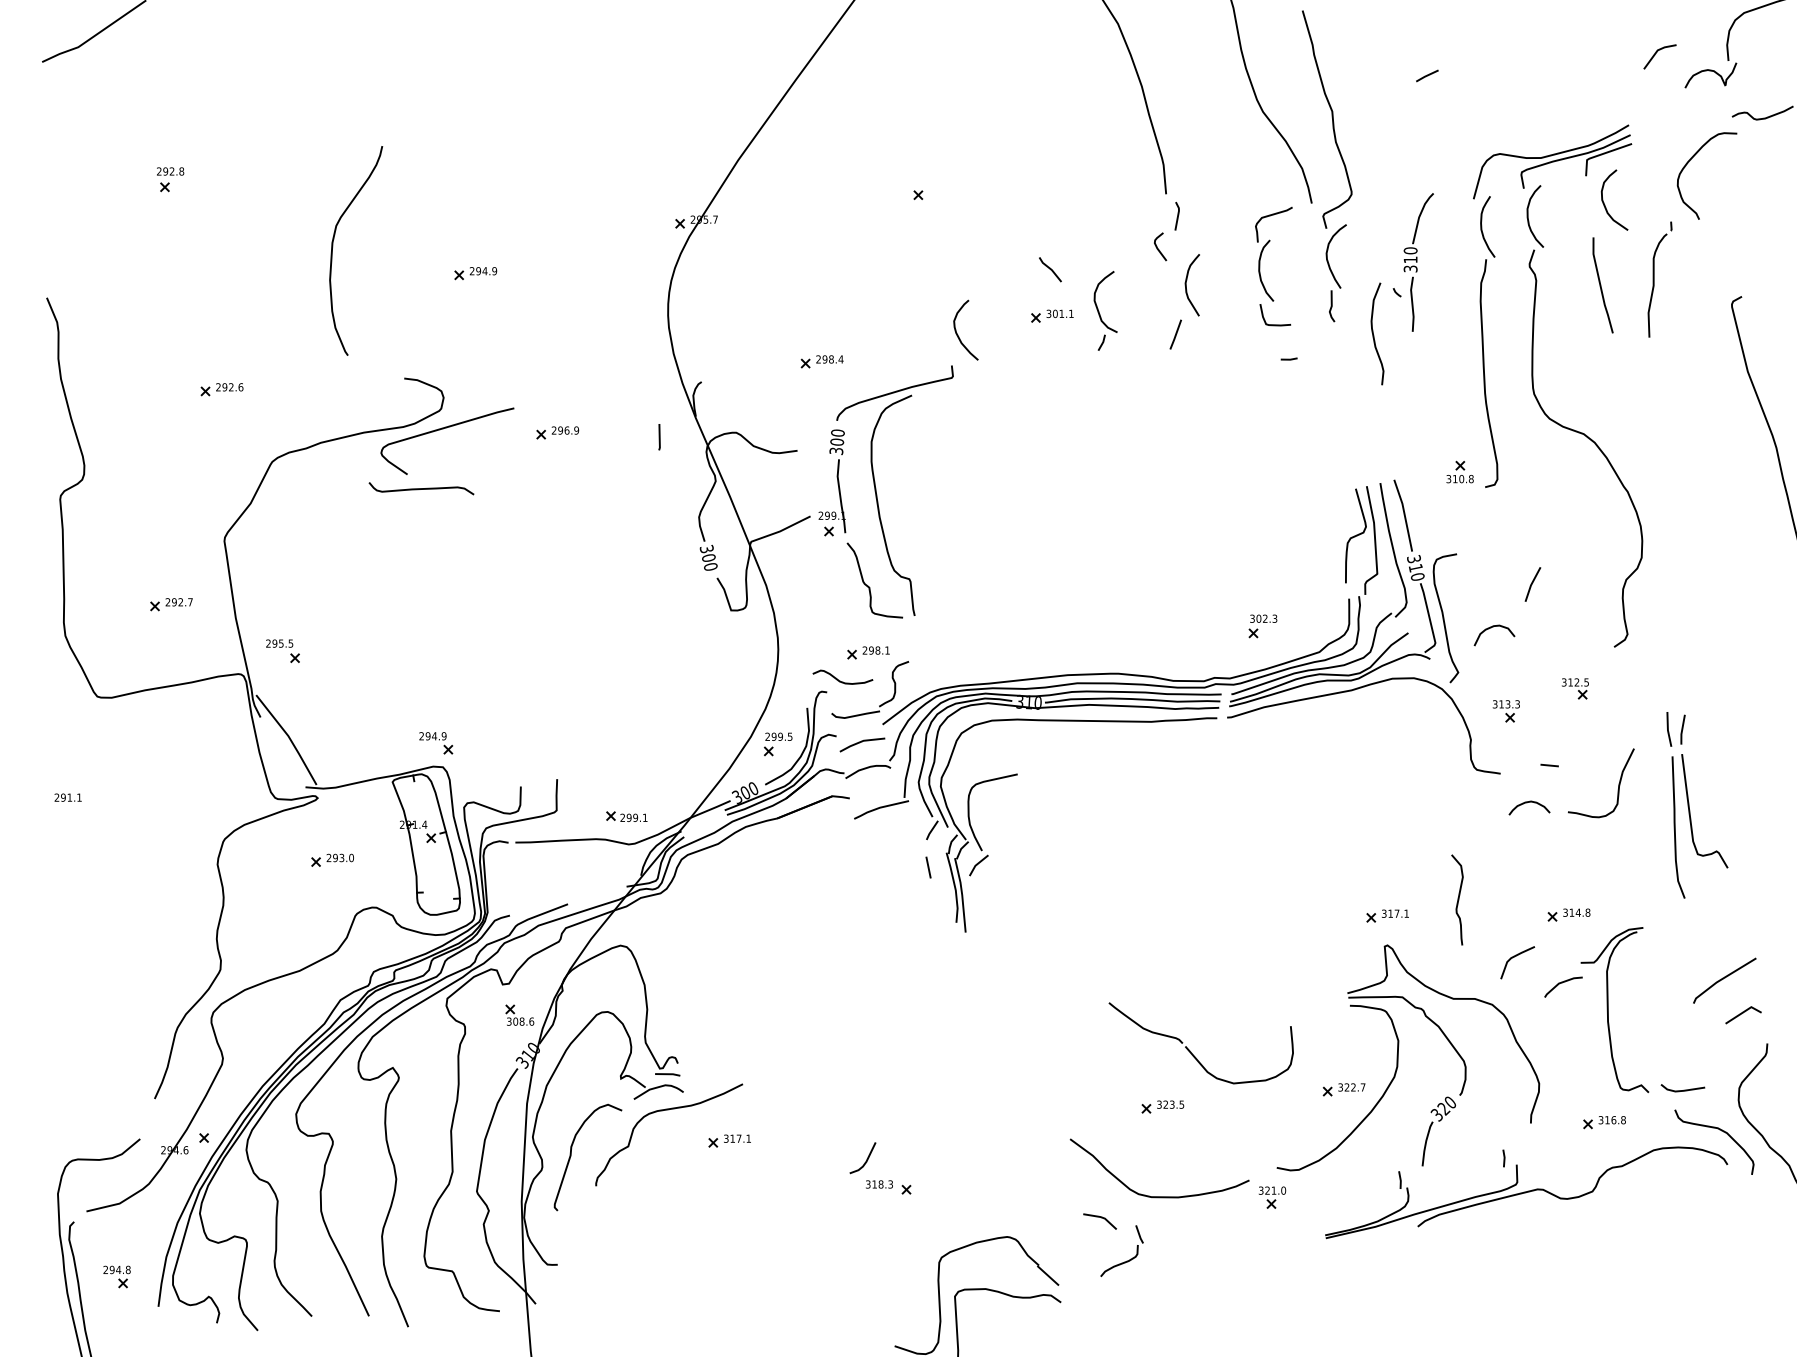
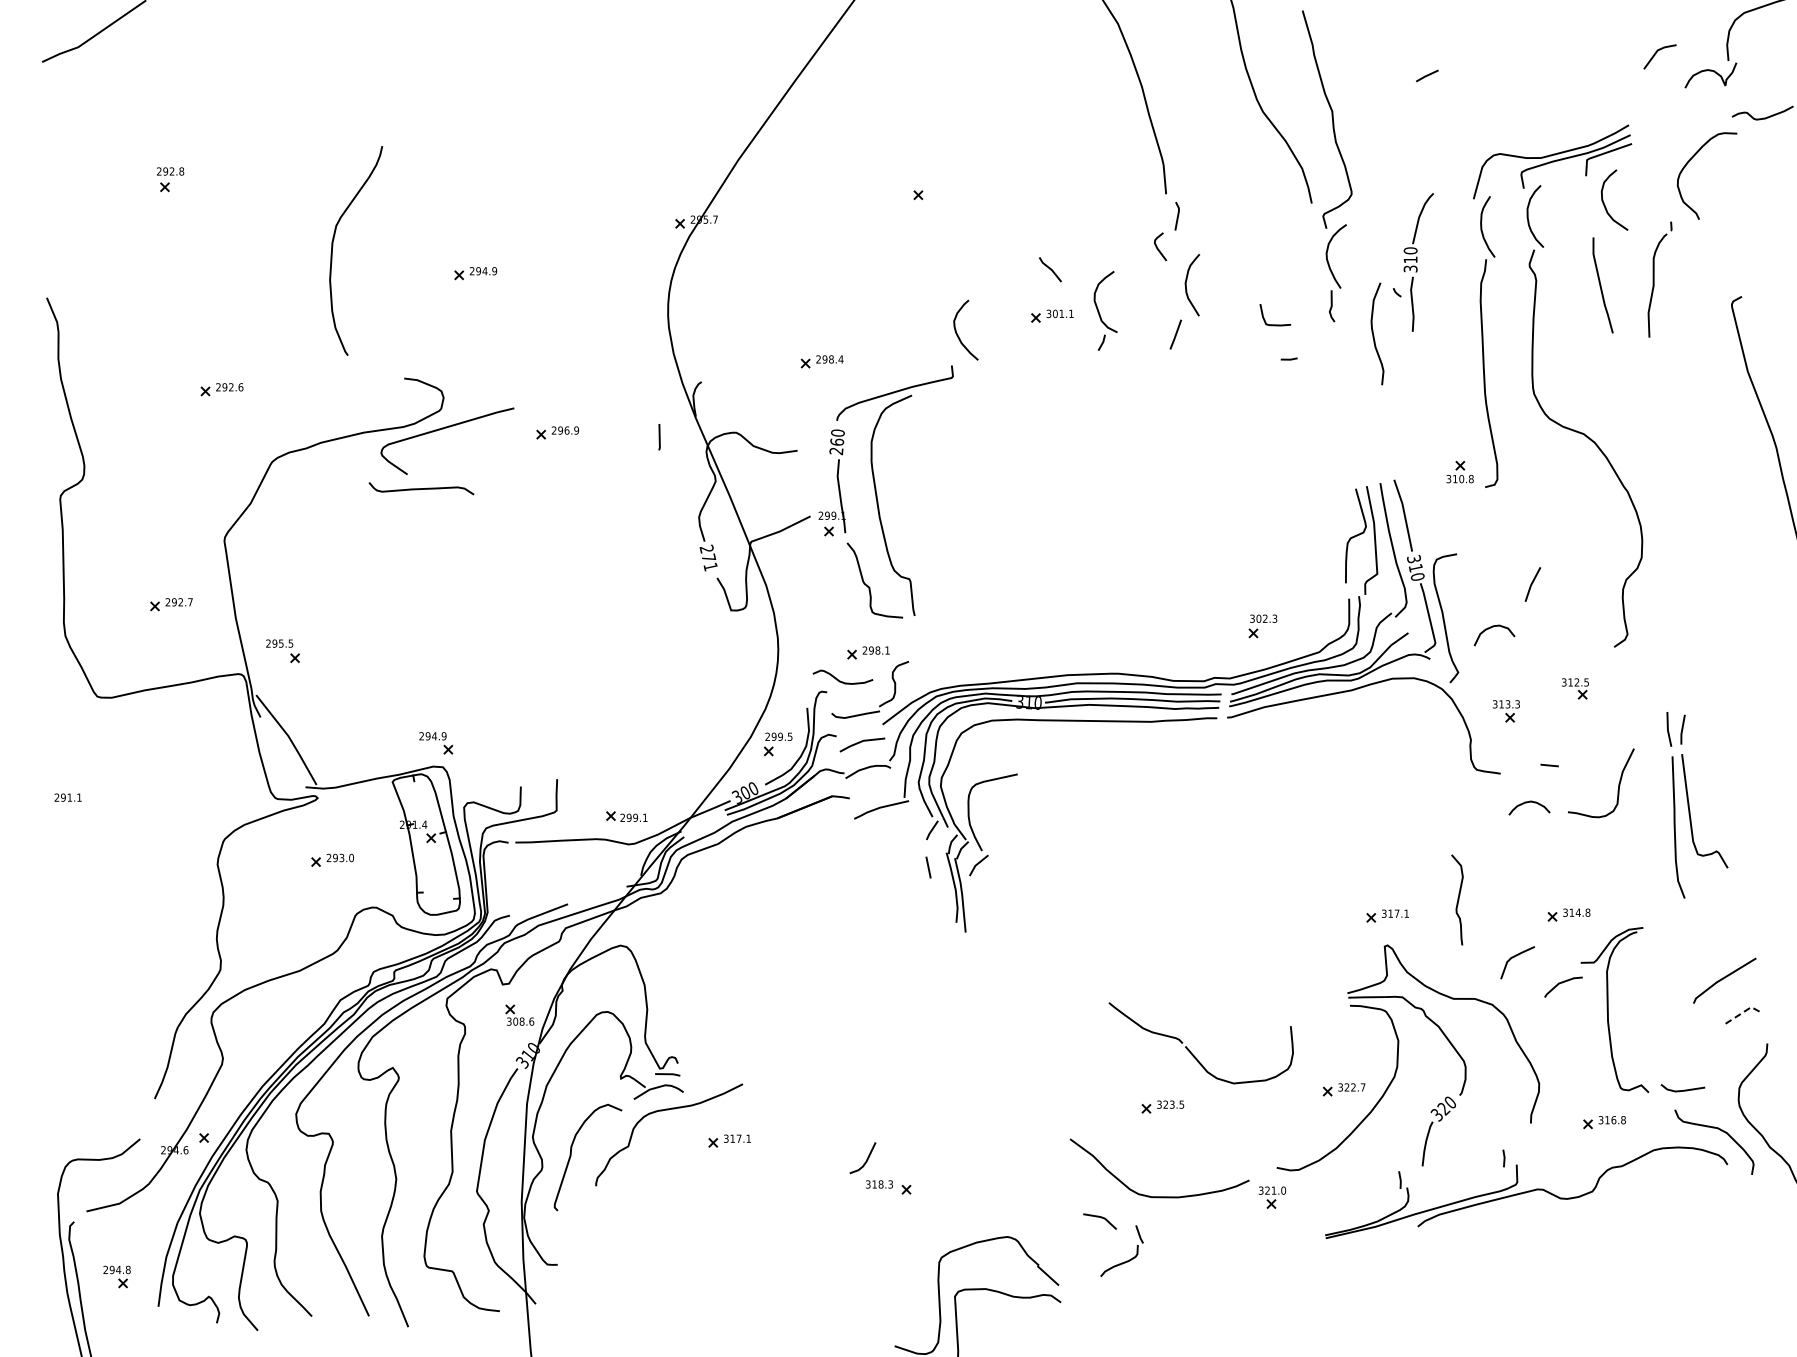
part at (1264, 248): present -> none
text at (836, 446): 300 -> 260
text at (708, 557): 300 -> 271
line at (1743, 1011): solid -> dashed
